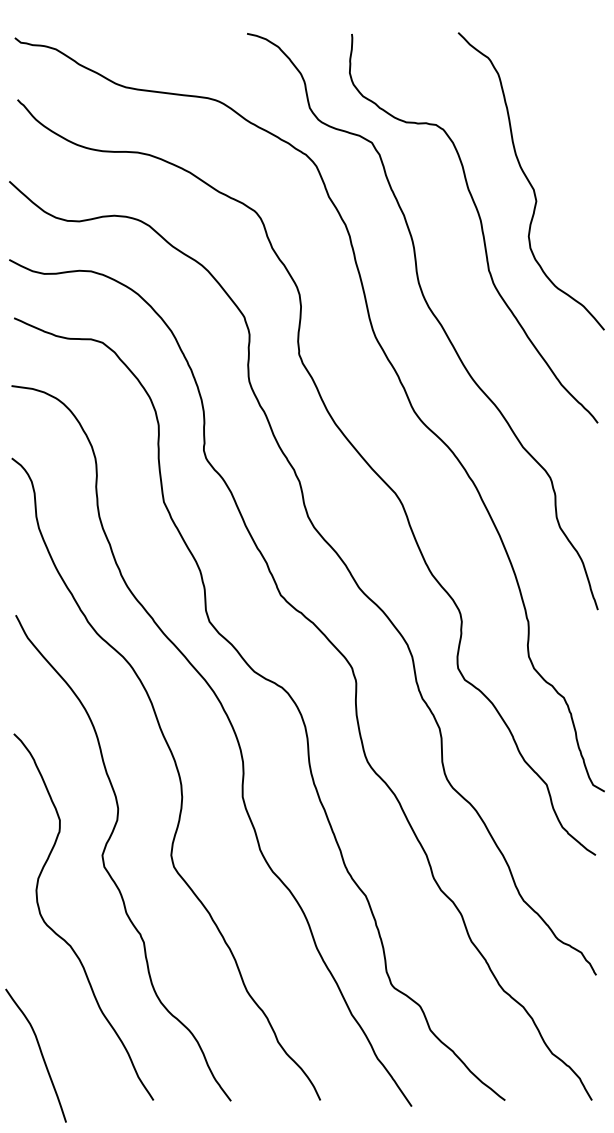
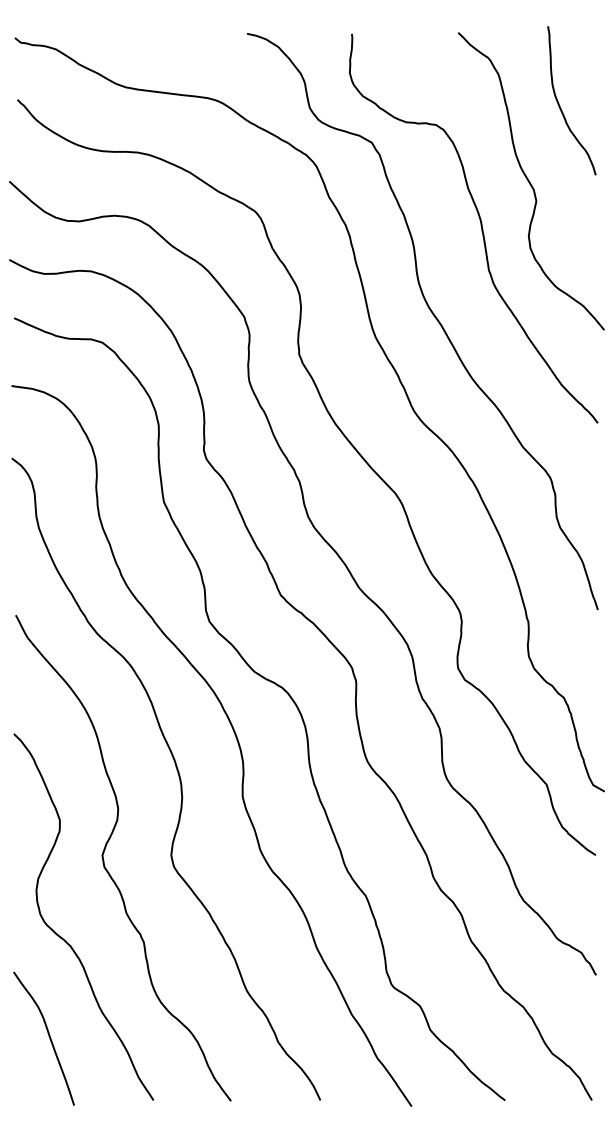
curve at (560, 105): none -> present
curve at (40, 1053) position: (40, 1053) -> (48, 1036)
